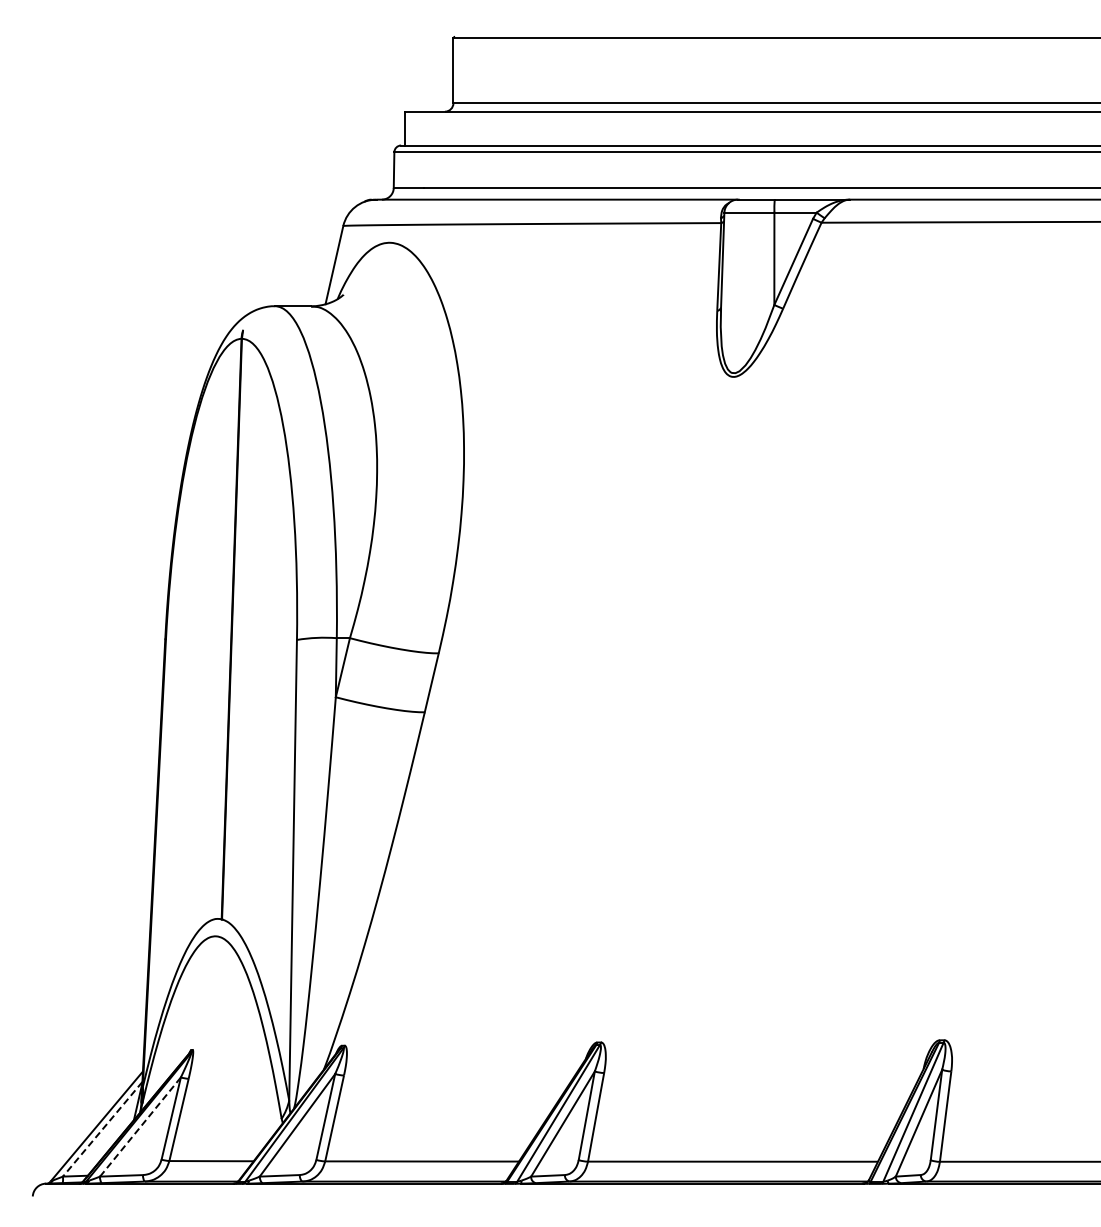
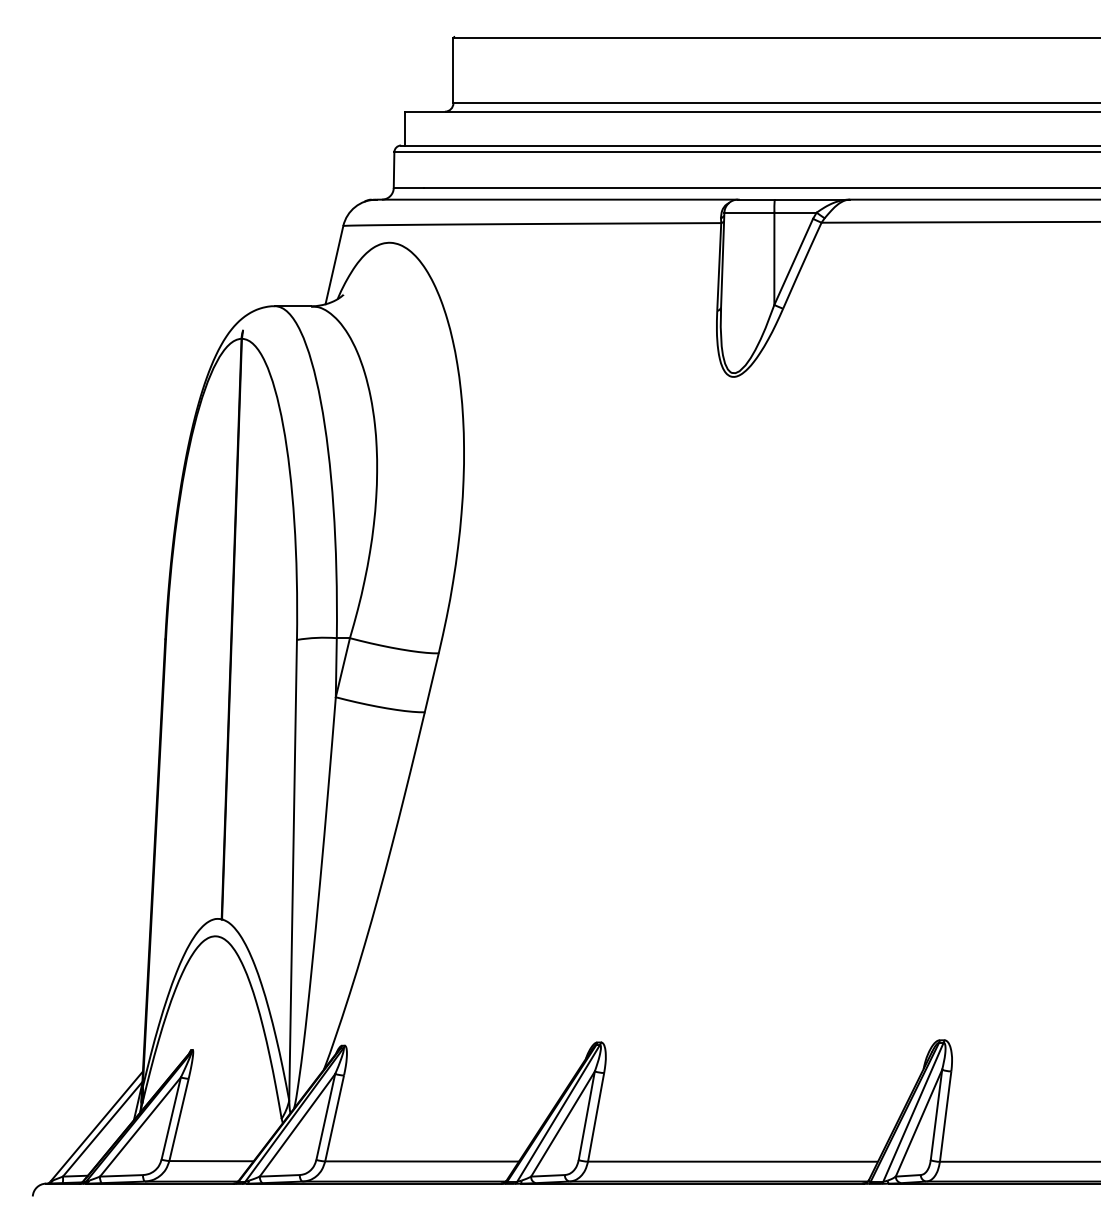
line at (140, 1127): dashed -> solid
line at (102, 1129): dashed -> solid
